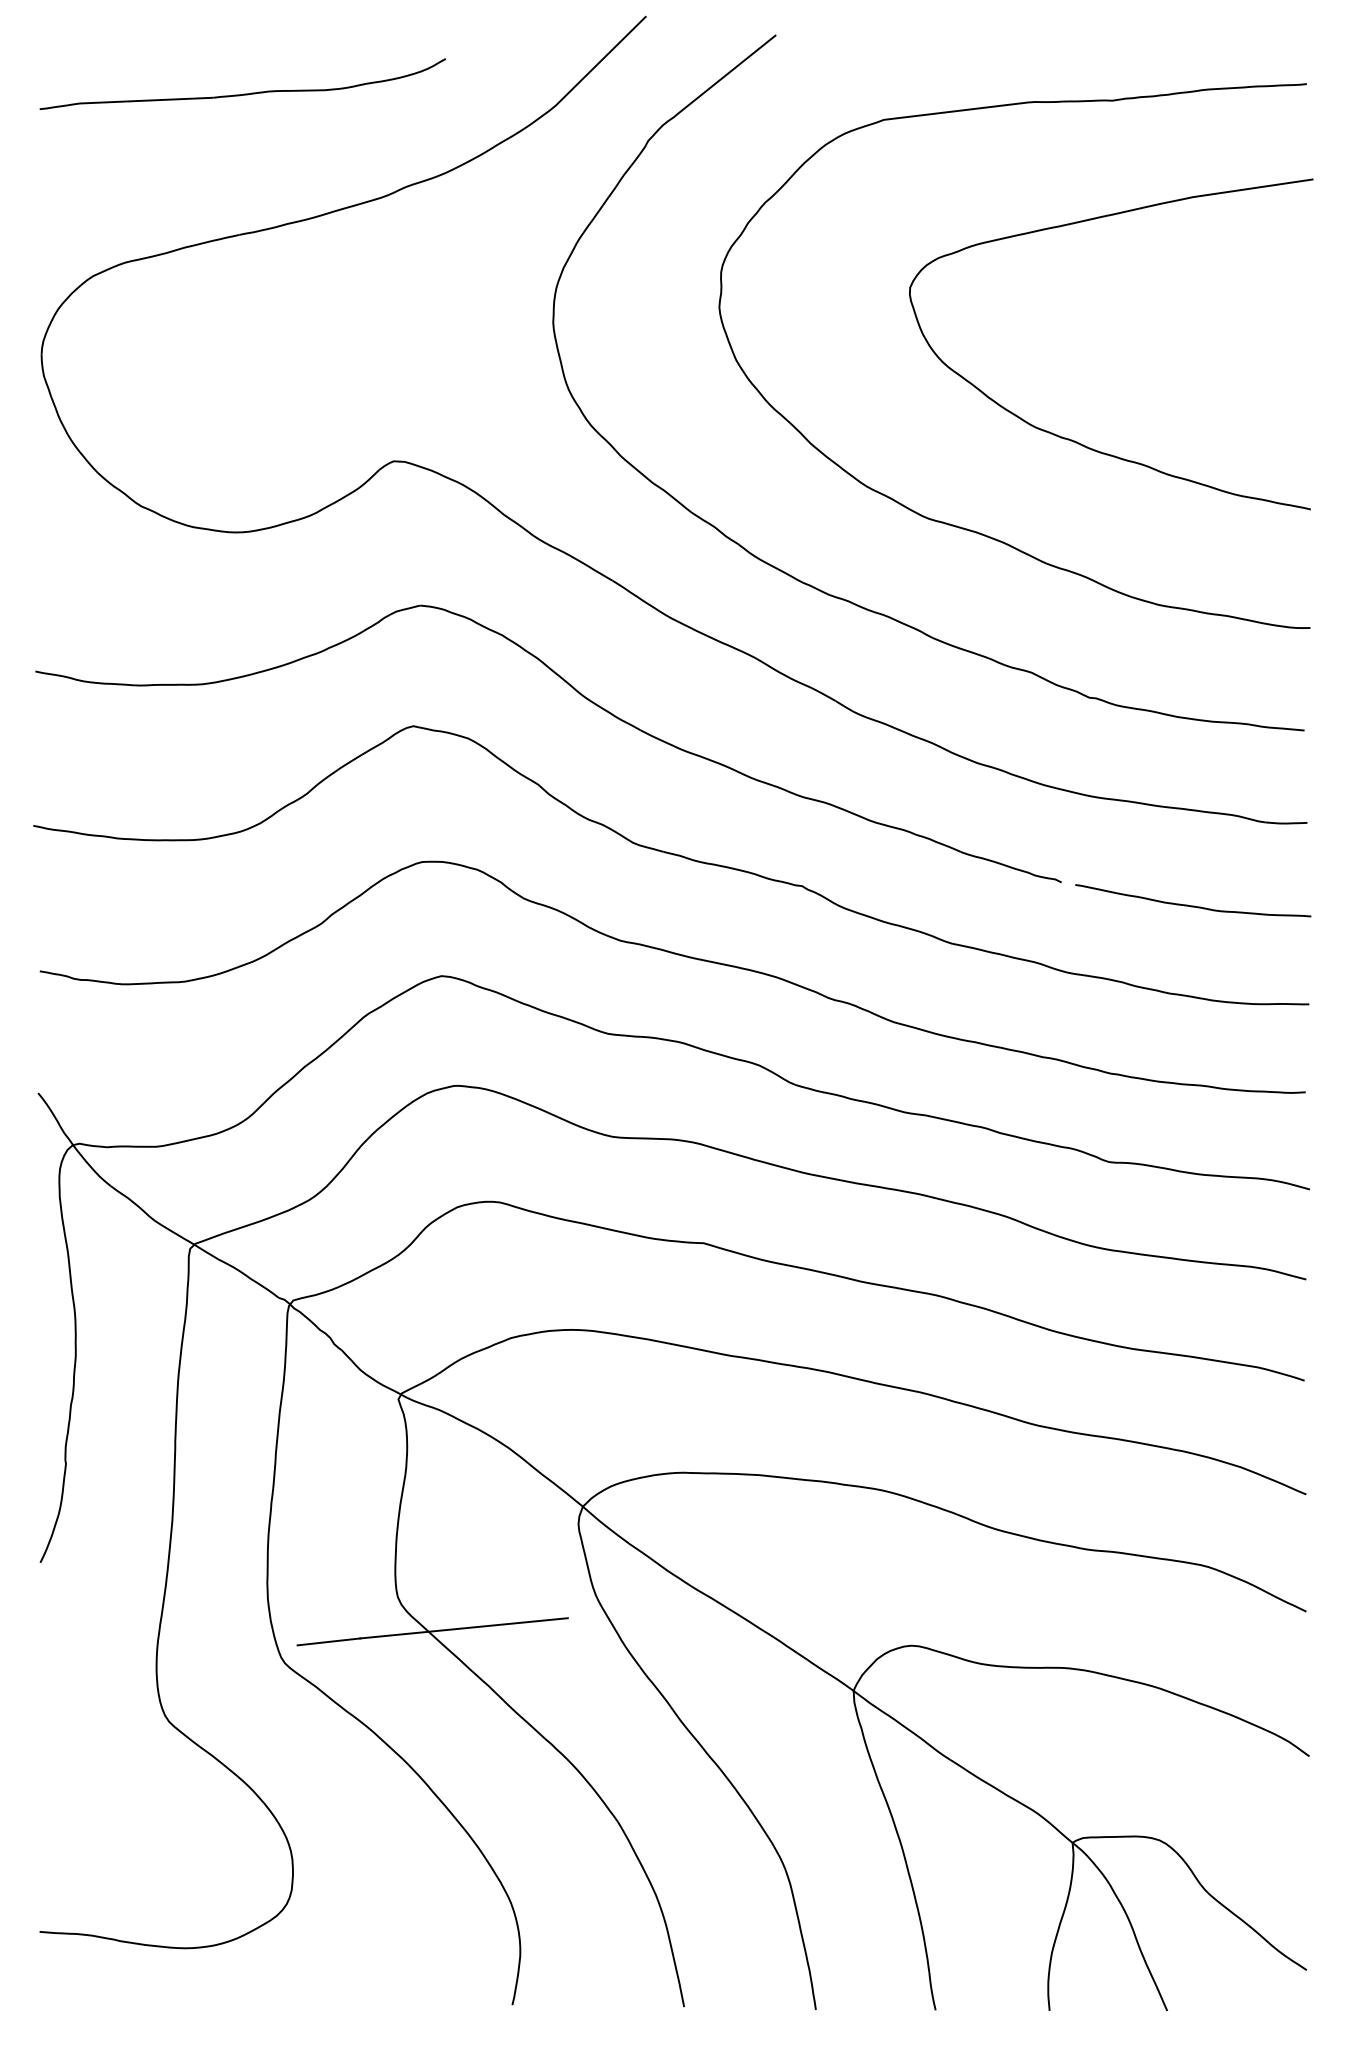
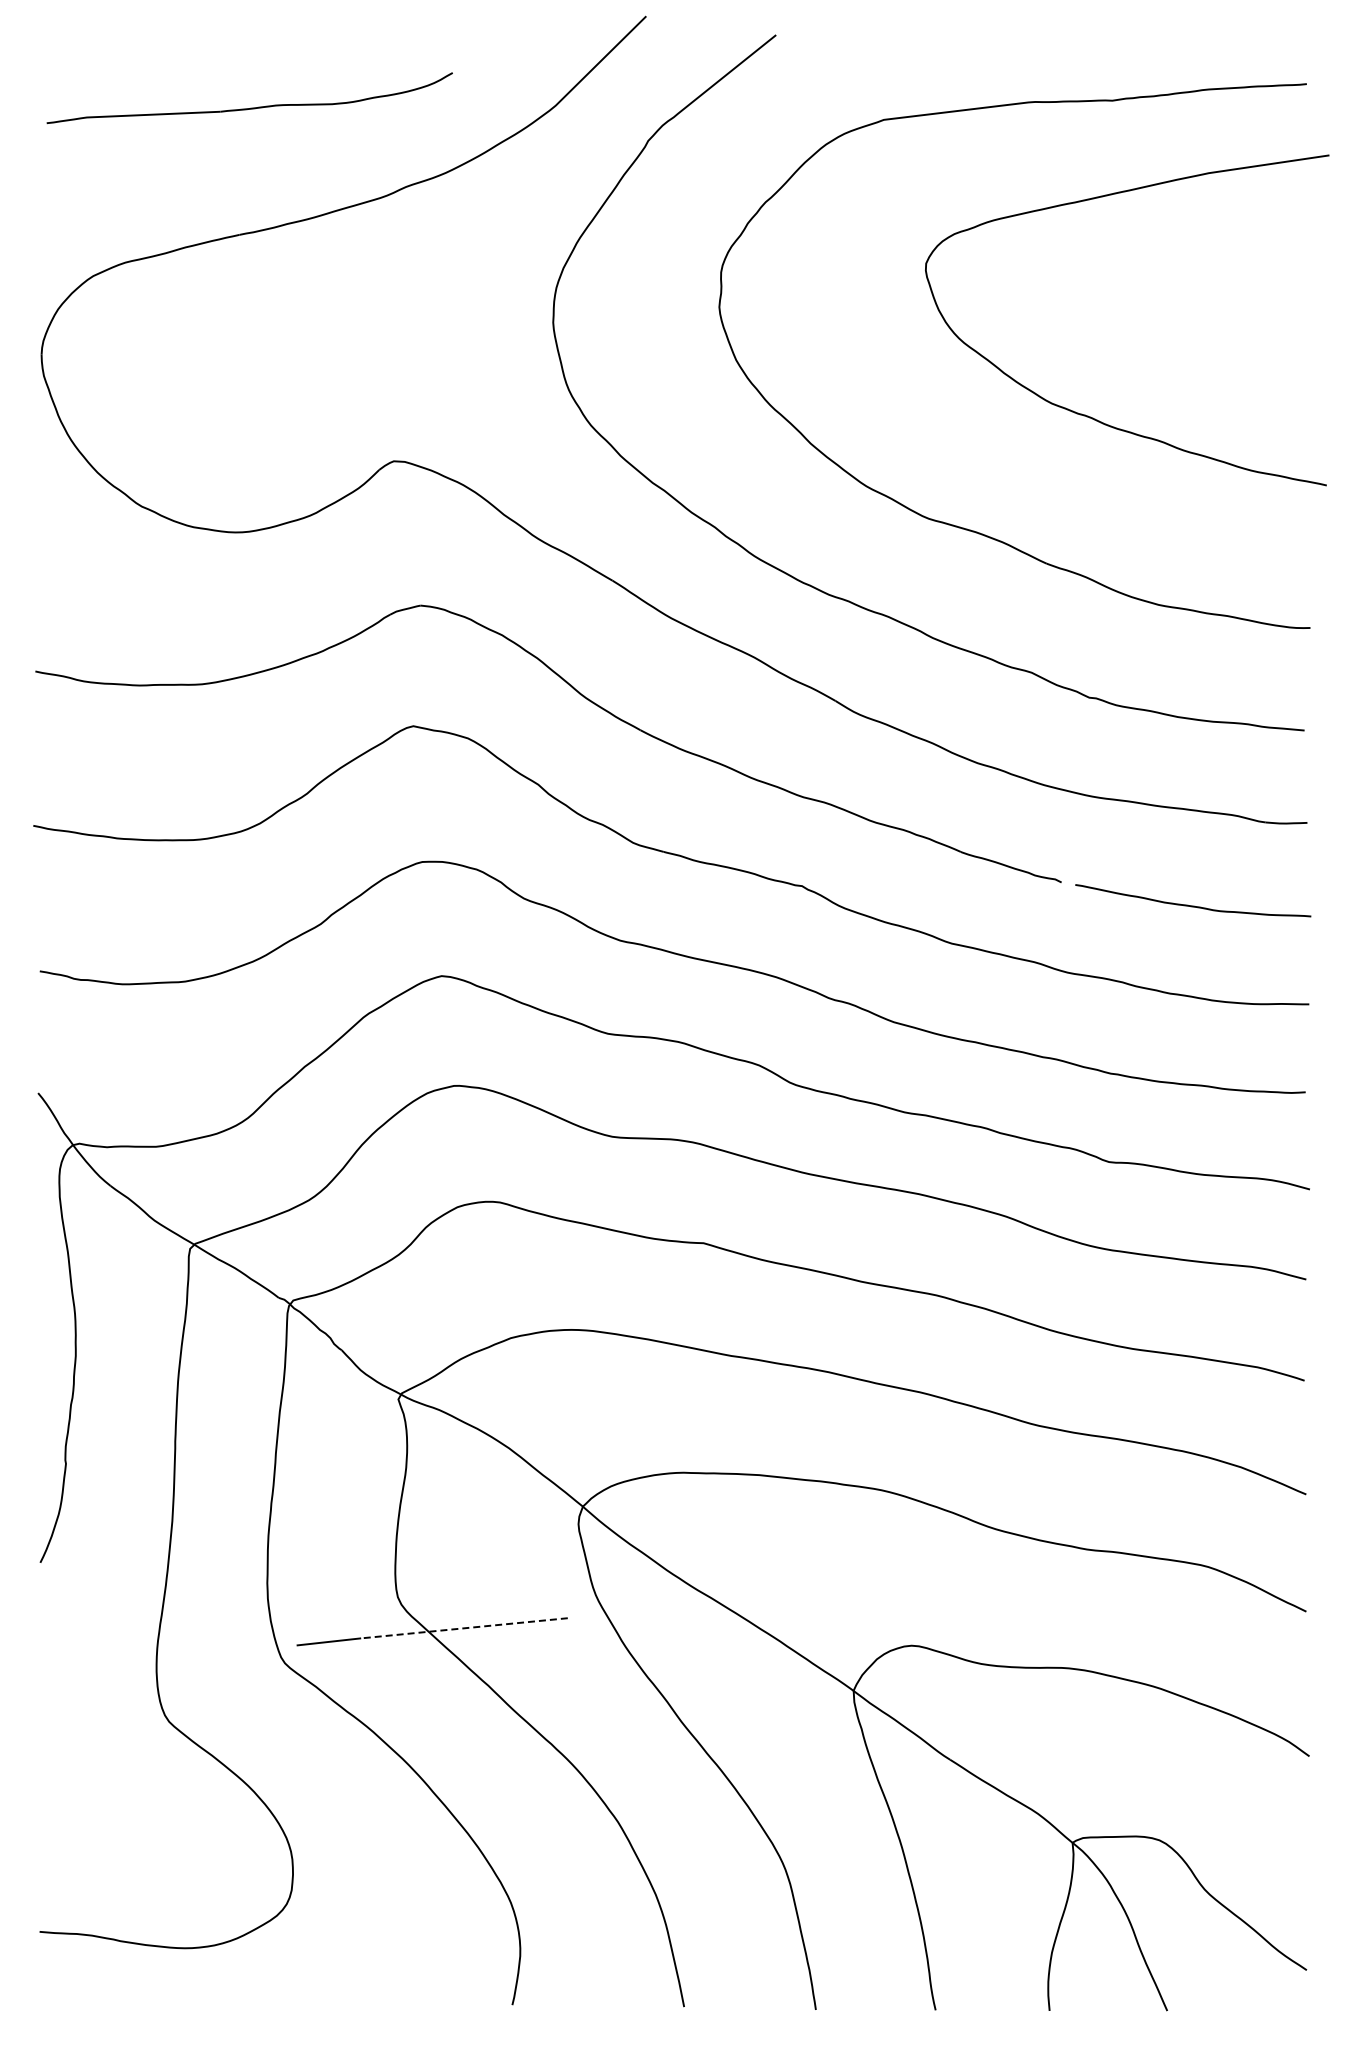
part at (243, 93) position: (243, 93) -> (250, 107)
curve at (1072, 439) position: (1072, 439) -> (1088, 415)
line at (463, 1628): solid -> dashed
